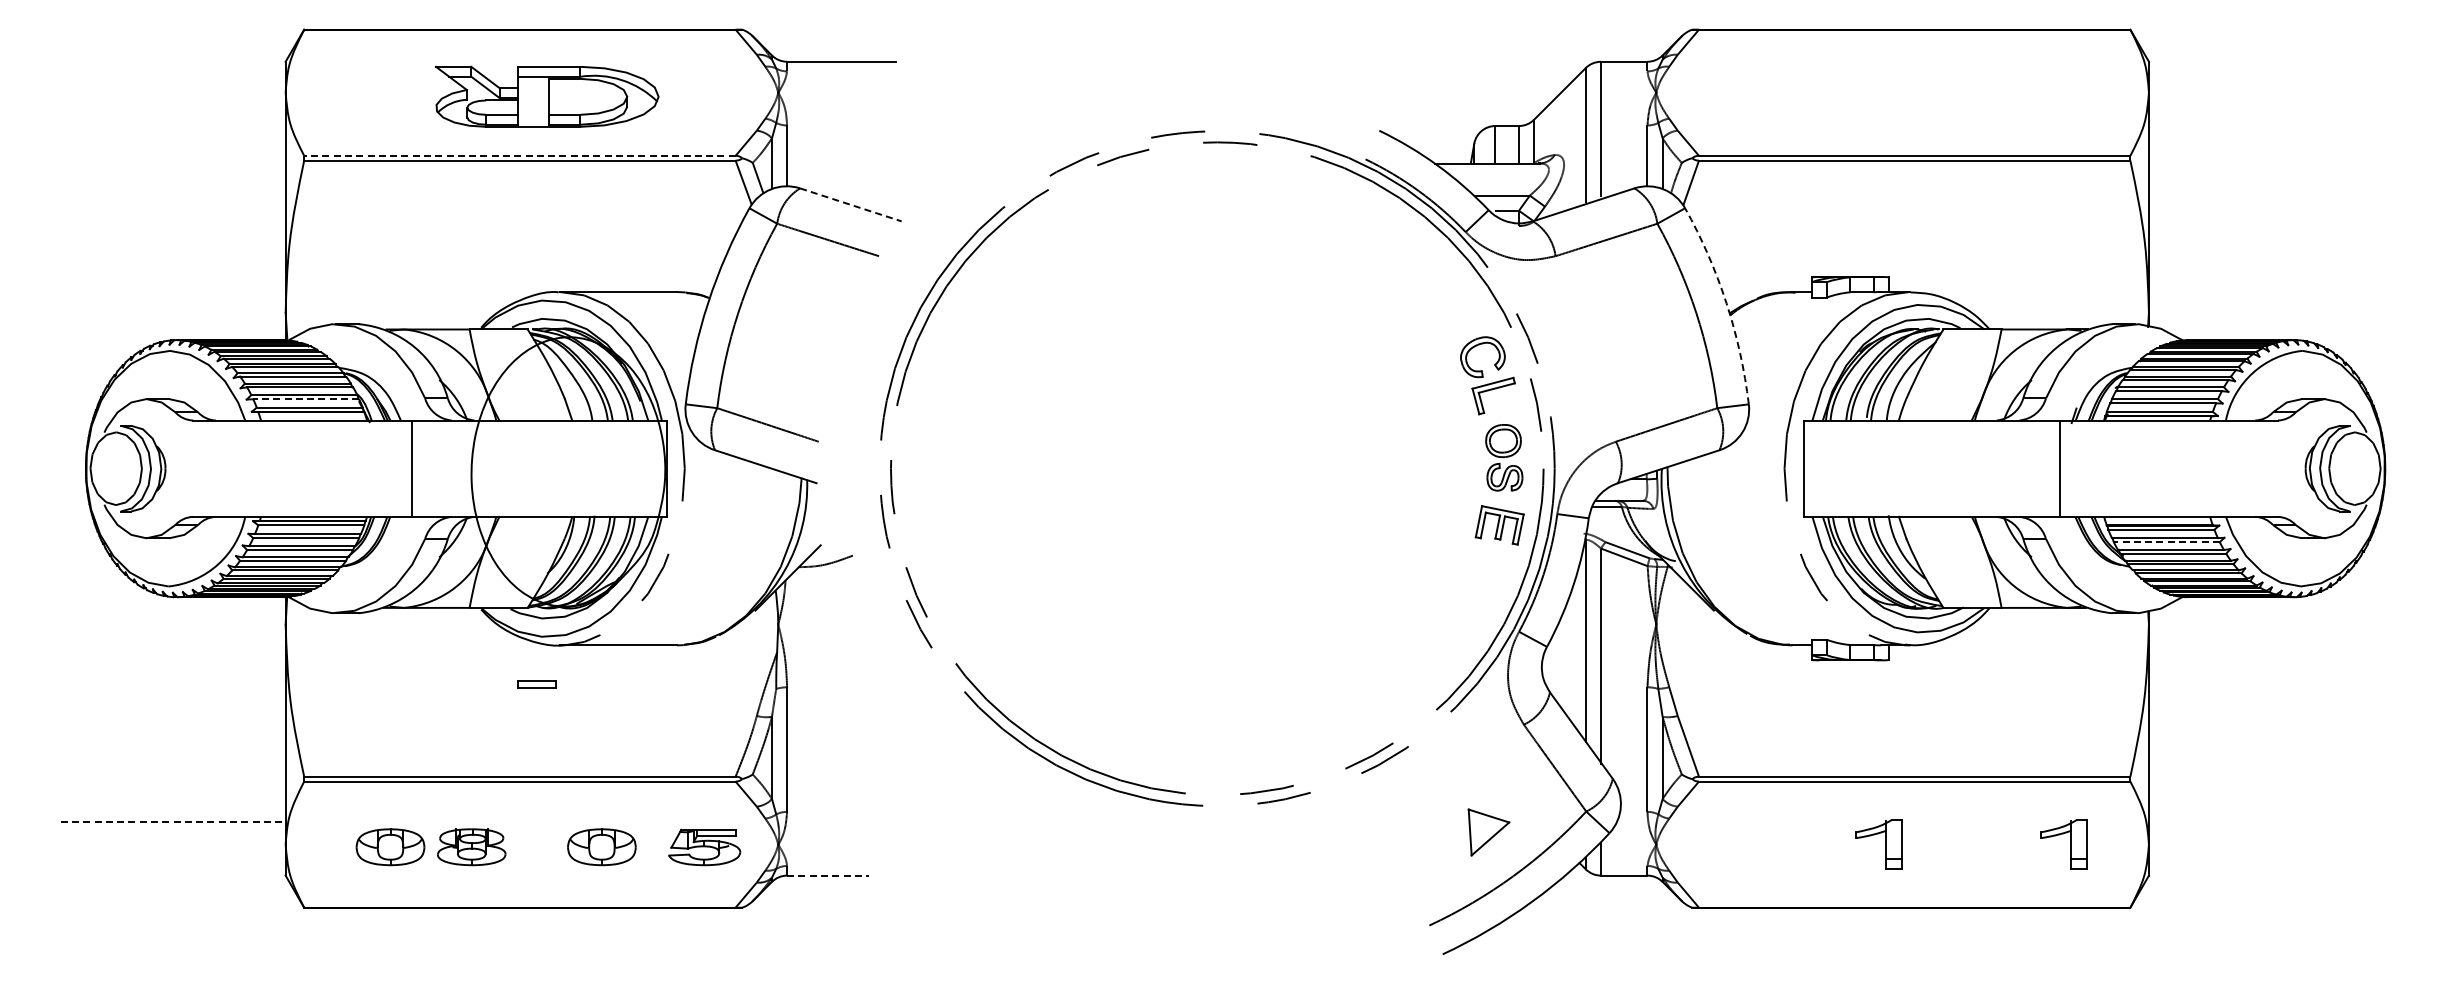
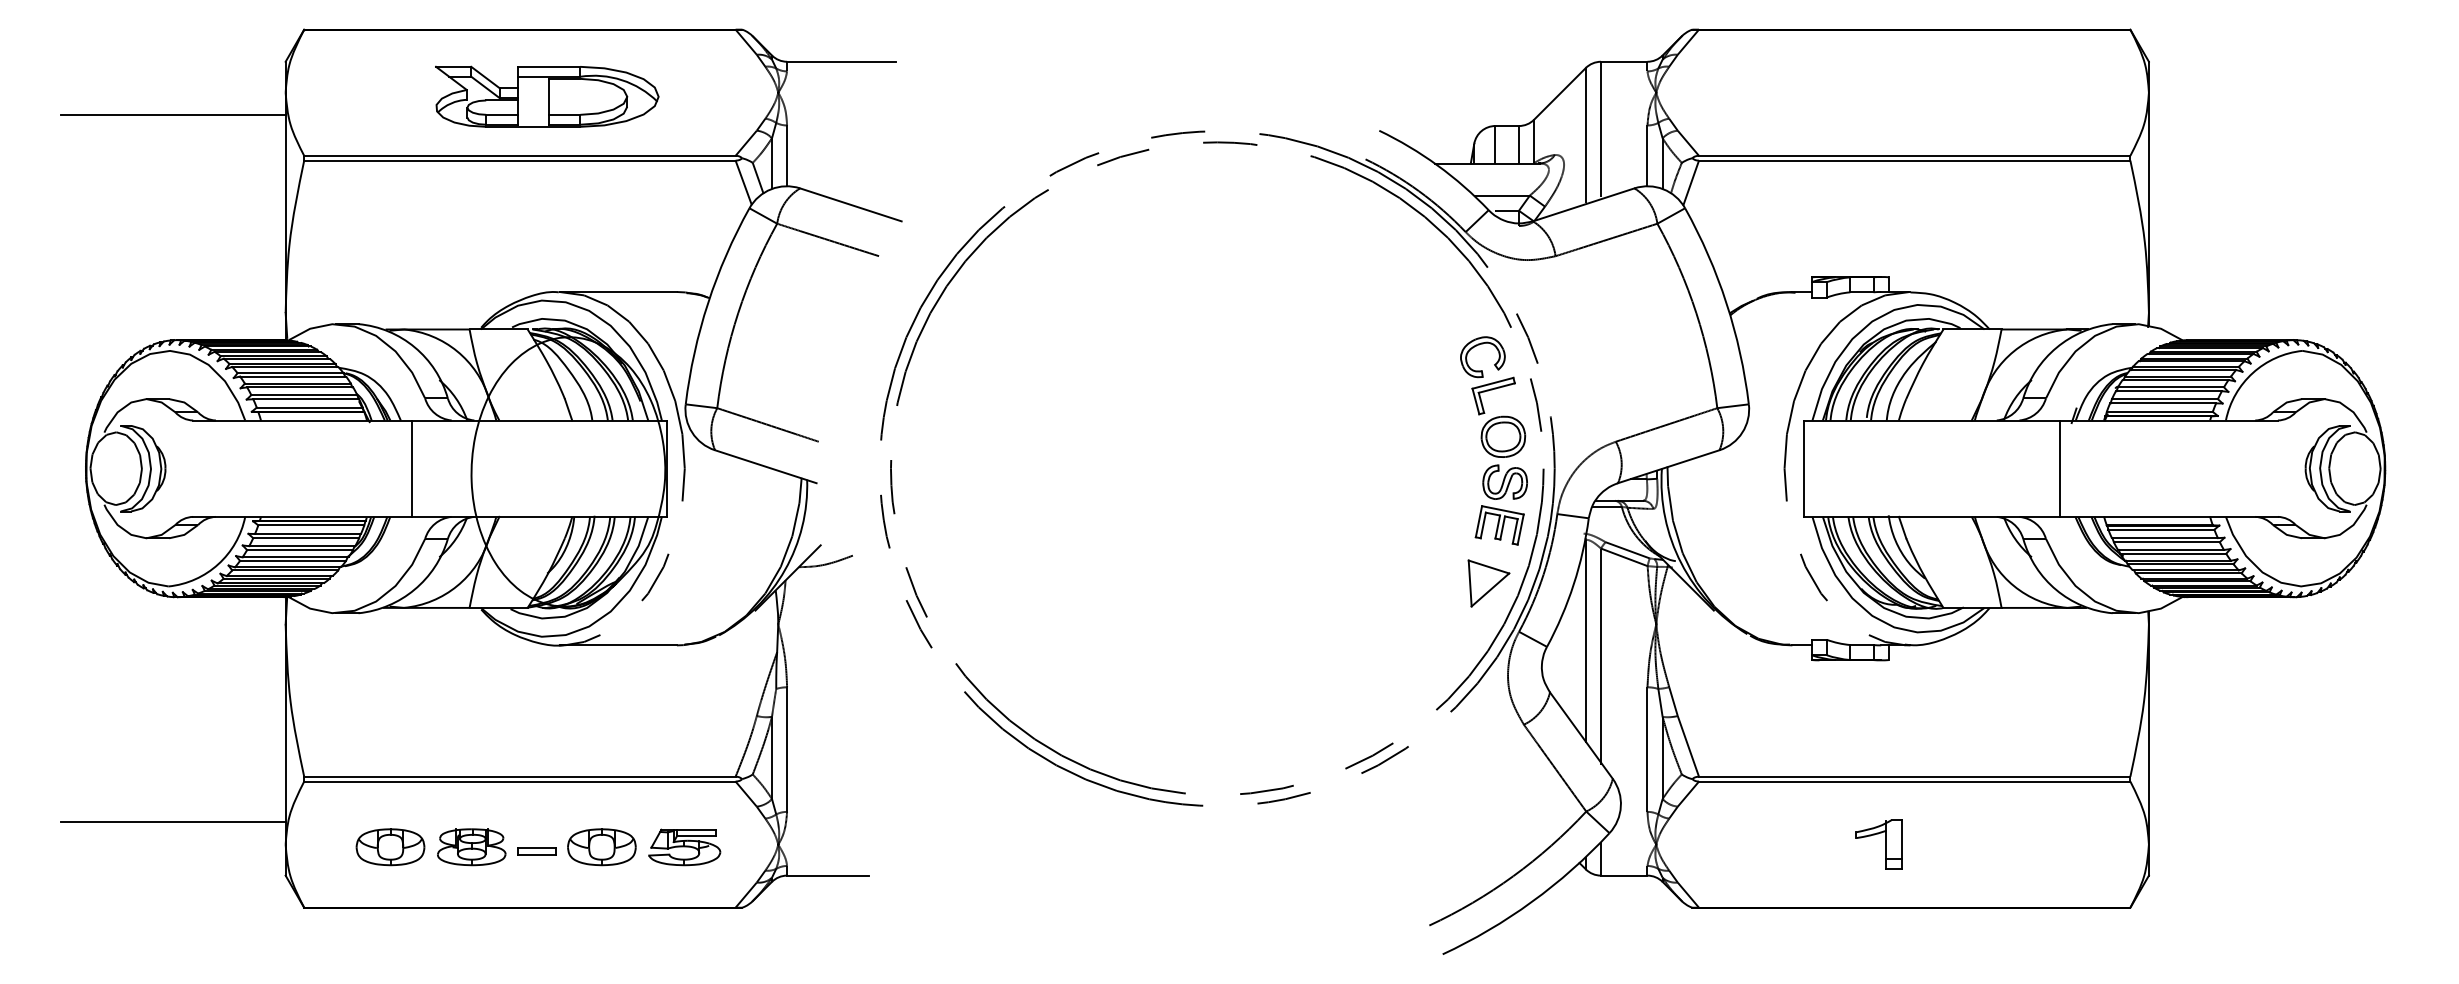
line at (172, 115): none -> present
line at (519, 155): dashed -> solid
line at (851, 205): dashed -> solid
arc at (1726, 303): dashed -> solid
line at (305, 399): dashed -> solid
part at (1504, 457) size: 39x68 px -> 48x85 px
line at (2166, 542): dashed -> solid
part at (536, 684) position: (536, 684) -> (536, 851)
line at (173, 822): dashed -> solid
part at (1488, 832) position: (1488, 832) -> (1488, 583)
part at (2070, 844): present -> none
part at (704, 847) position: (704, 847) -> (684, 847)
line at (828, 875): dashed -> solid
